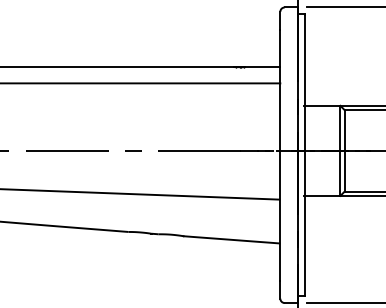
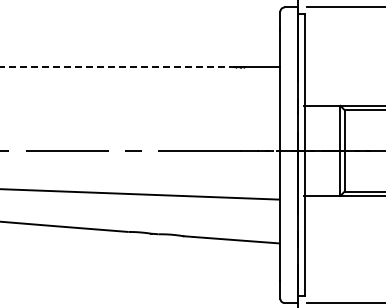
line at (121, 67): solid -> dashed
line at (141, 83): present -> none
